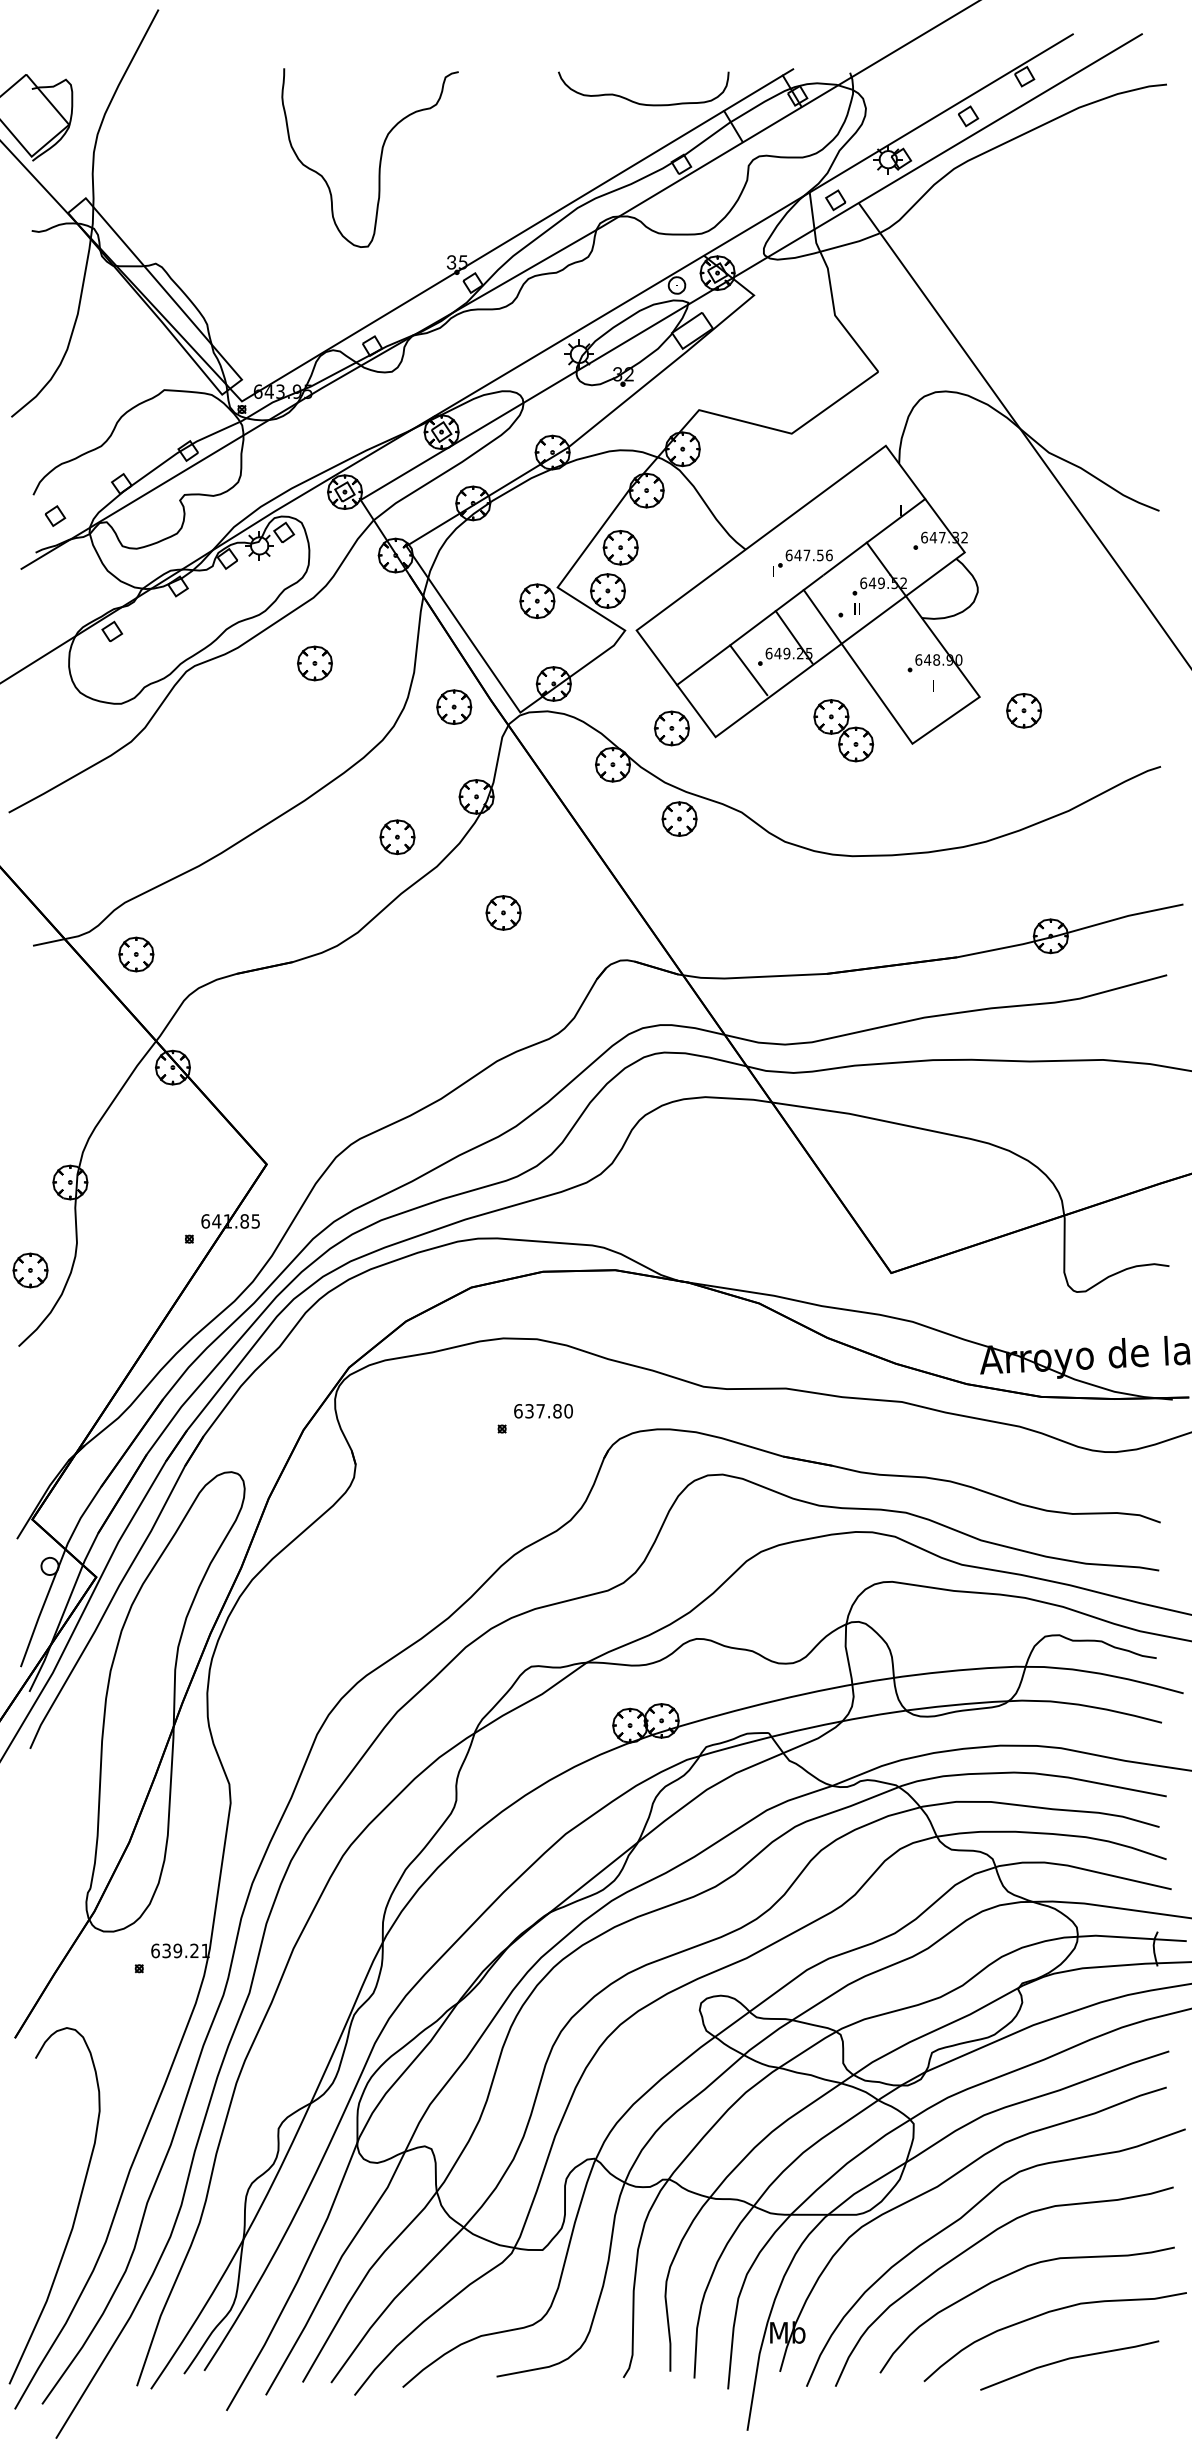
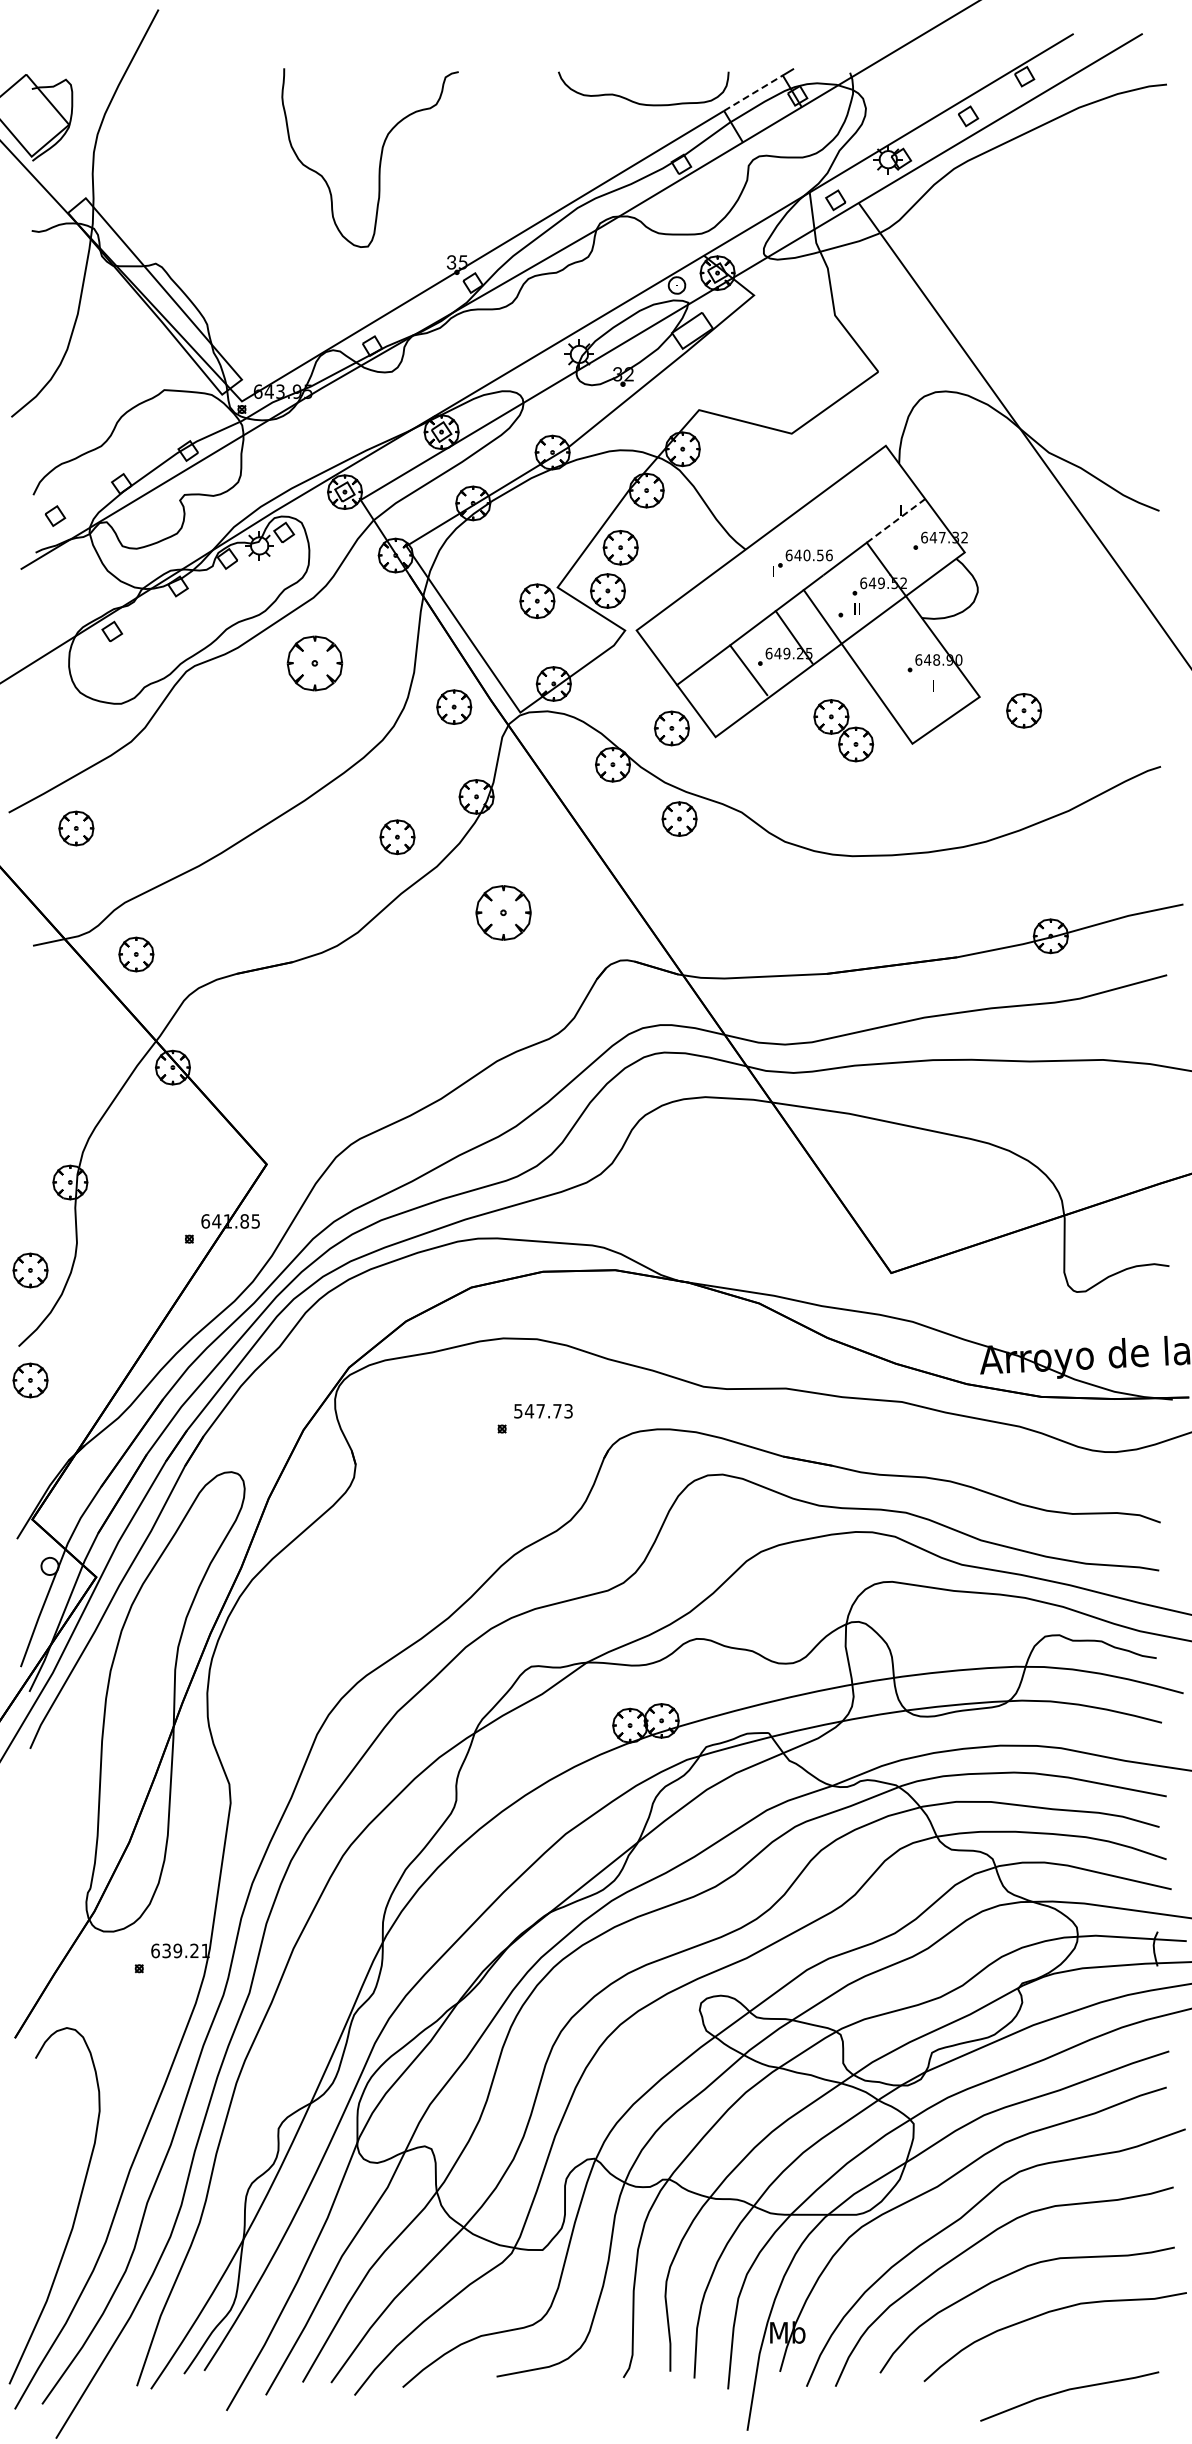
line at (753, 92): solid -> dashed
line at (896, 520): solid -> dashed
text at (806, 555): 647.56 -> 640.56
part at (314, 663) size: 36x37 px -> 58x57 px
part at (76, 828): none -> present
part at (503, 912) size: 37x36 px -> 57x56 px
part at (30, 1380): none -> present
text at (543, 1411): 637.80 -> 547.73
line at (1066, 2360) position: (1066, 2360) -> (1066, 2391)
